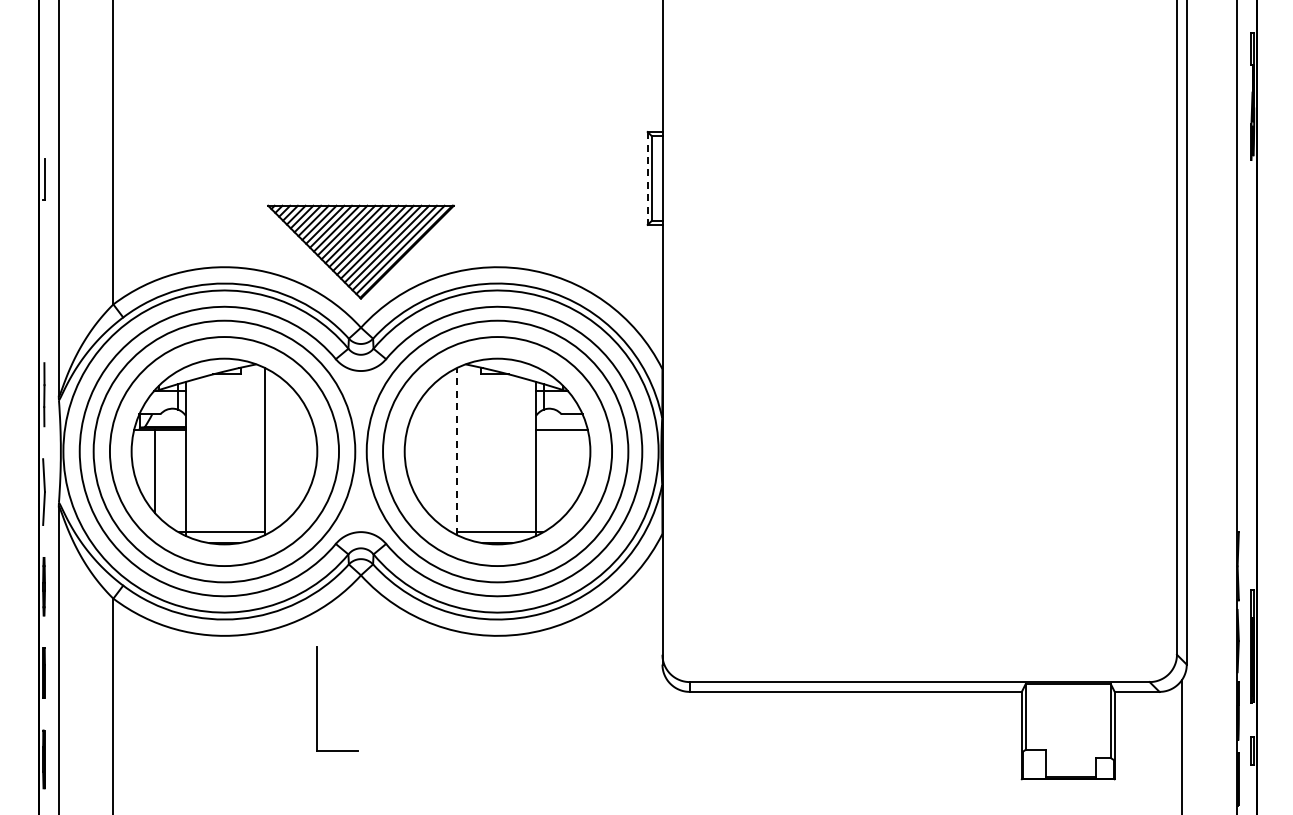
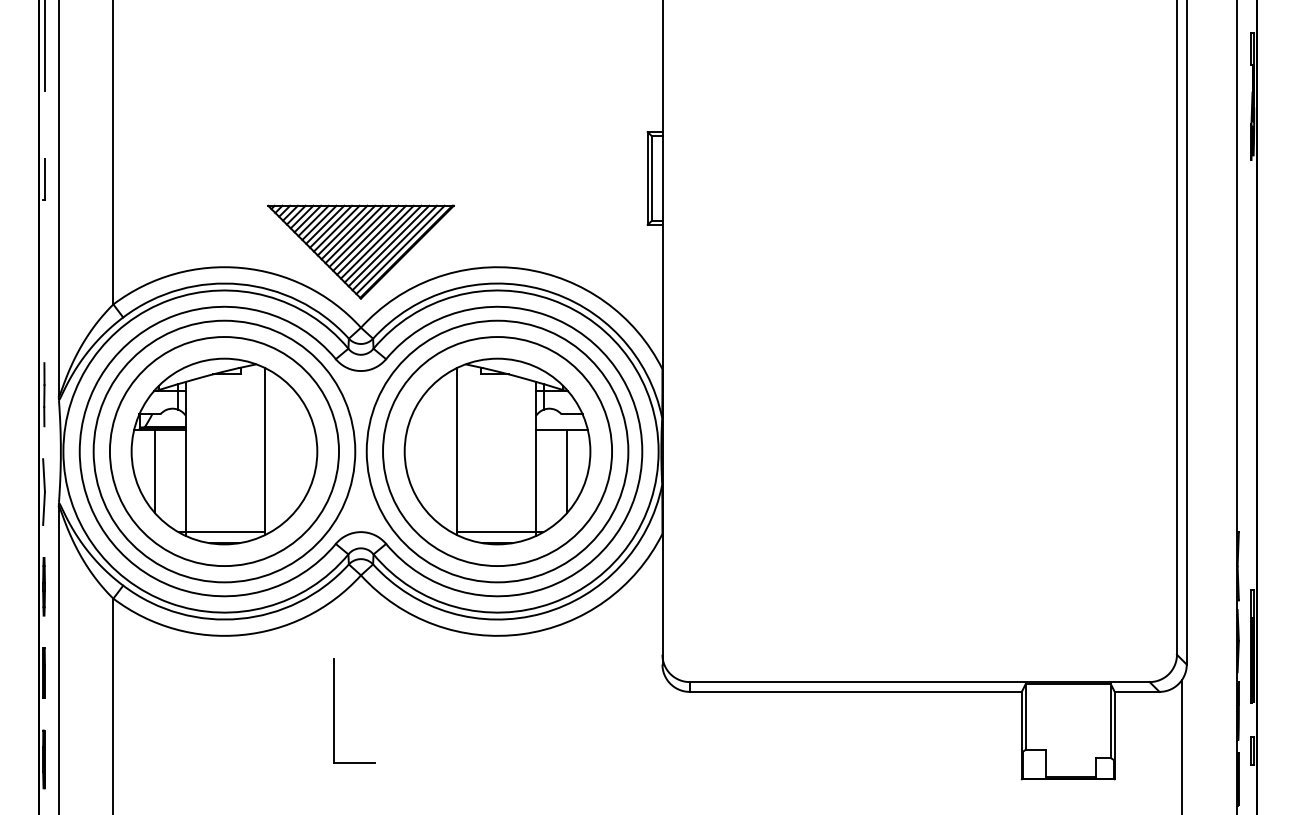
line at (44, 46): none -> present
line at (647, 178): dashed -> solid
line at (456, 451): dashed -> solid
line at (566, 471): none -> present
part at (317, 698) position: (317, 698) -> (334, 710)
